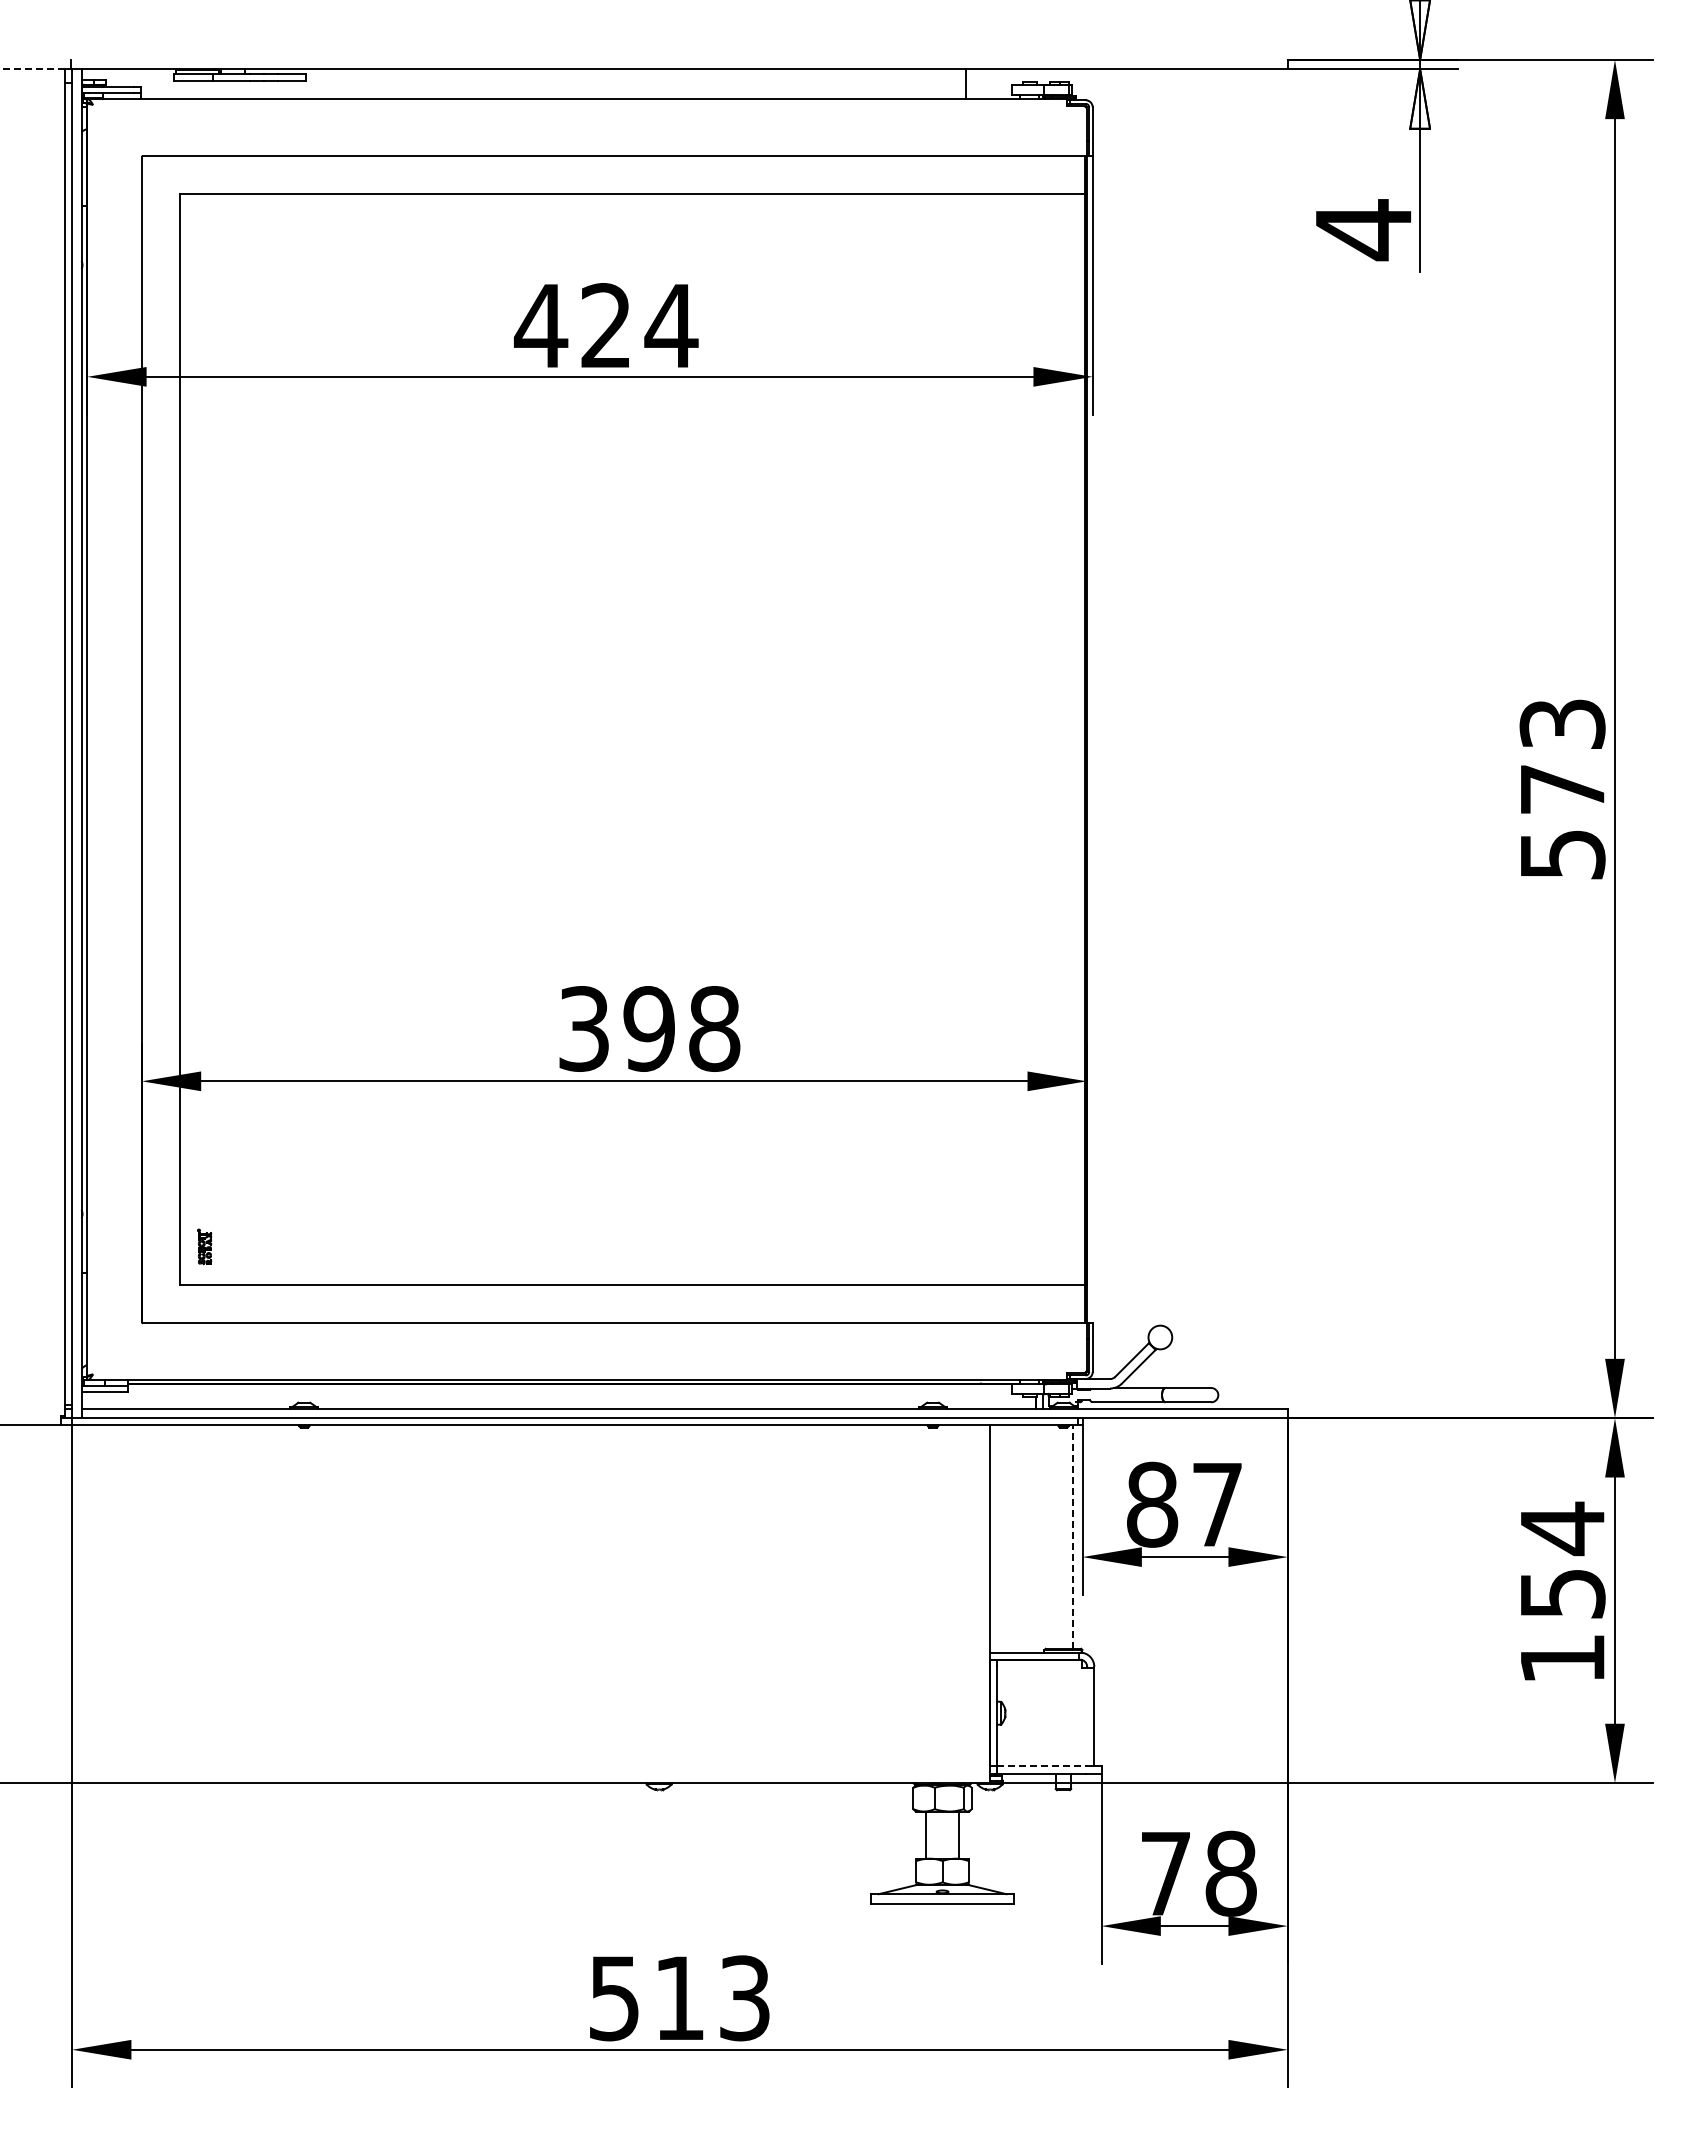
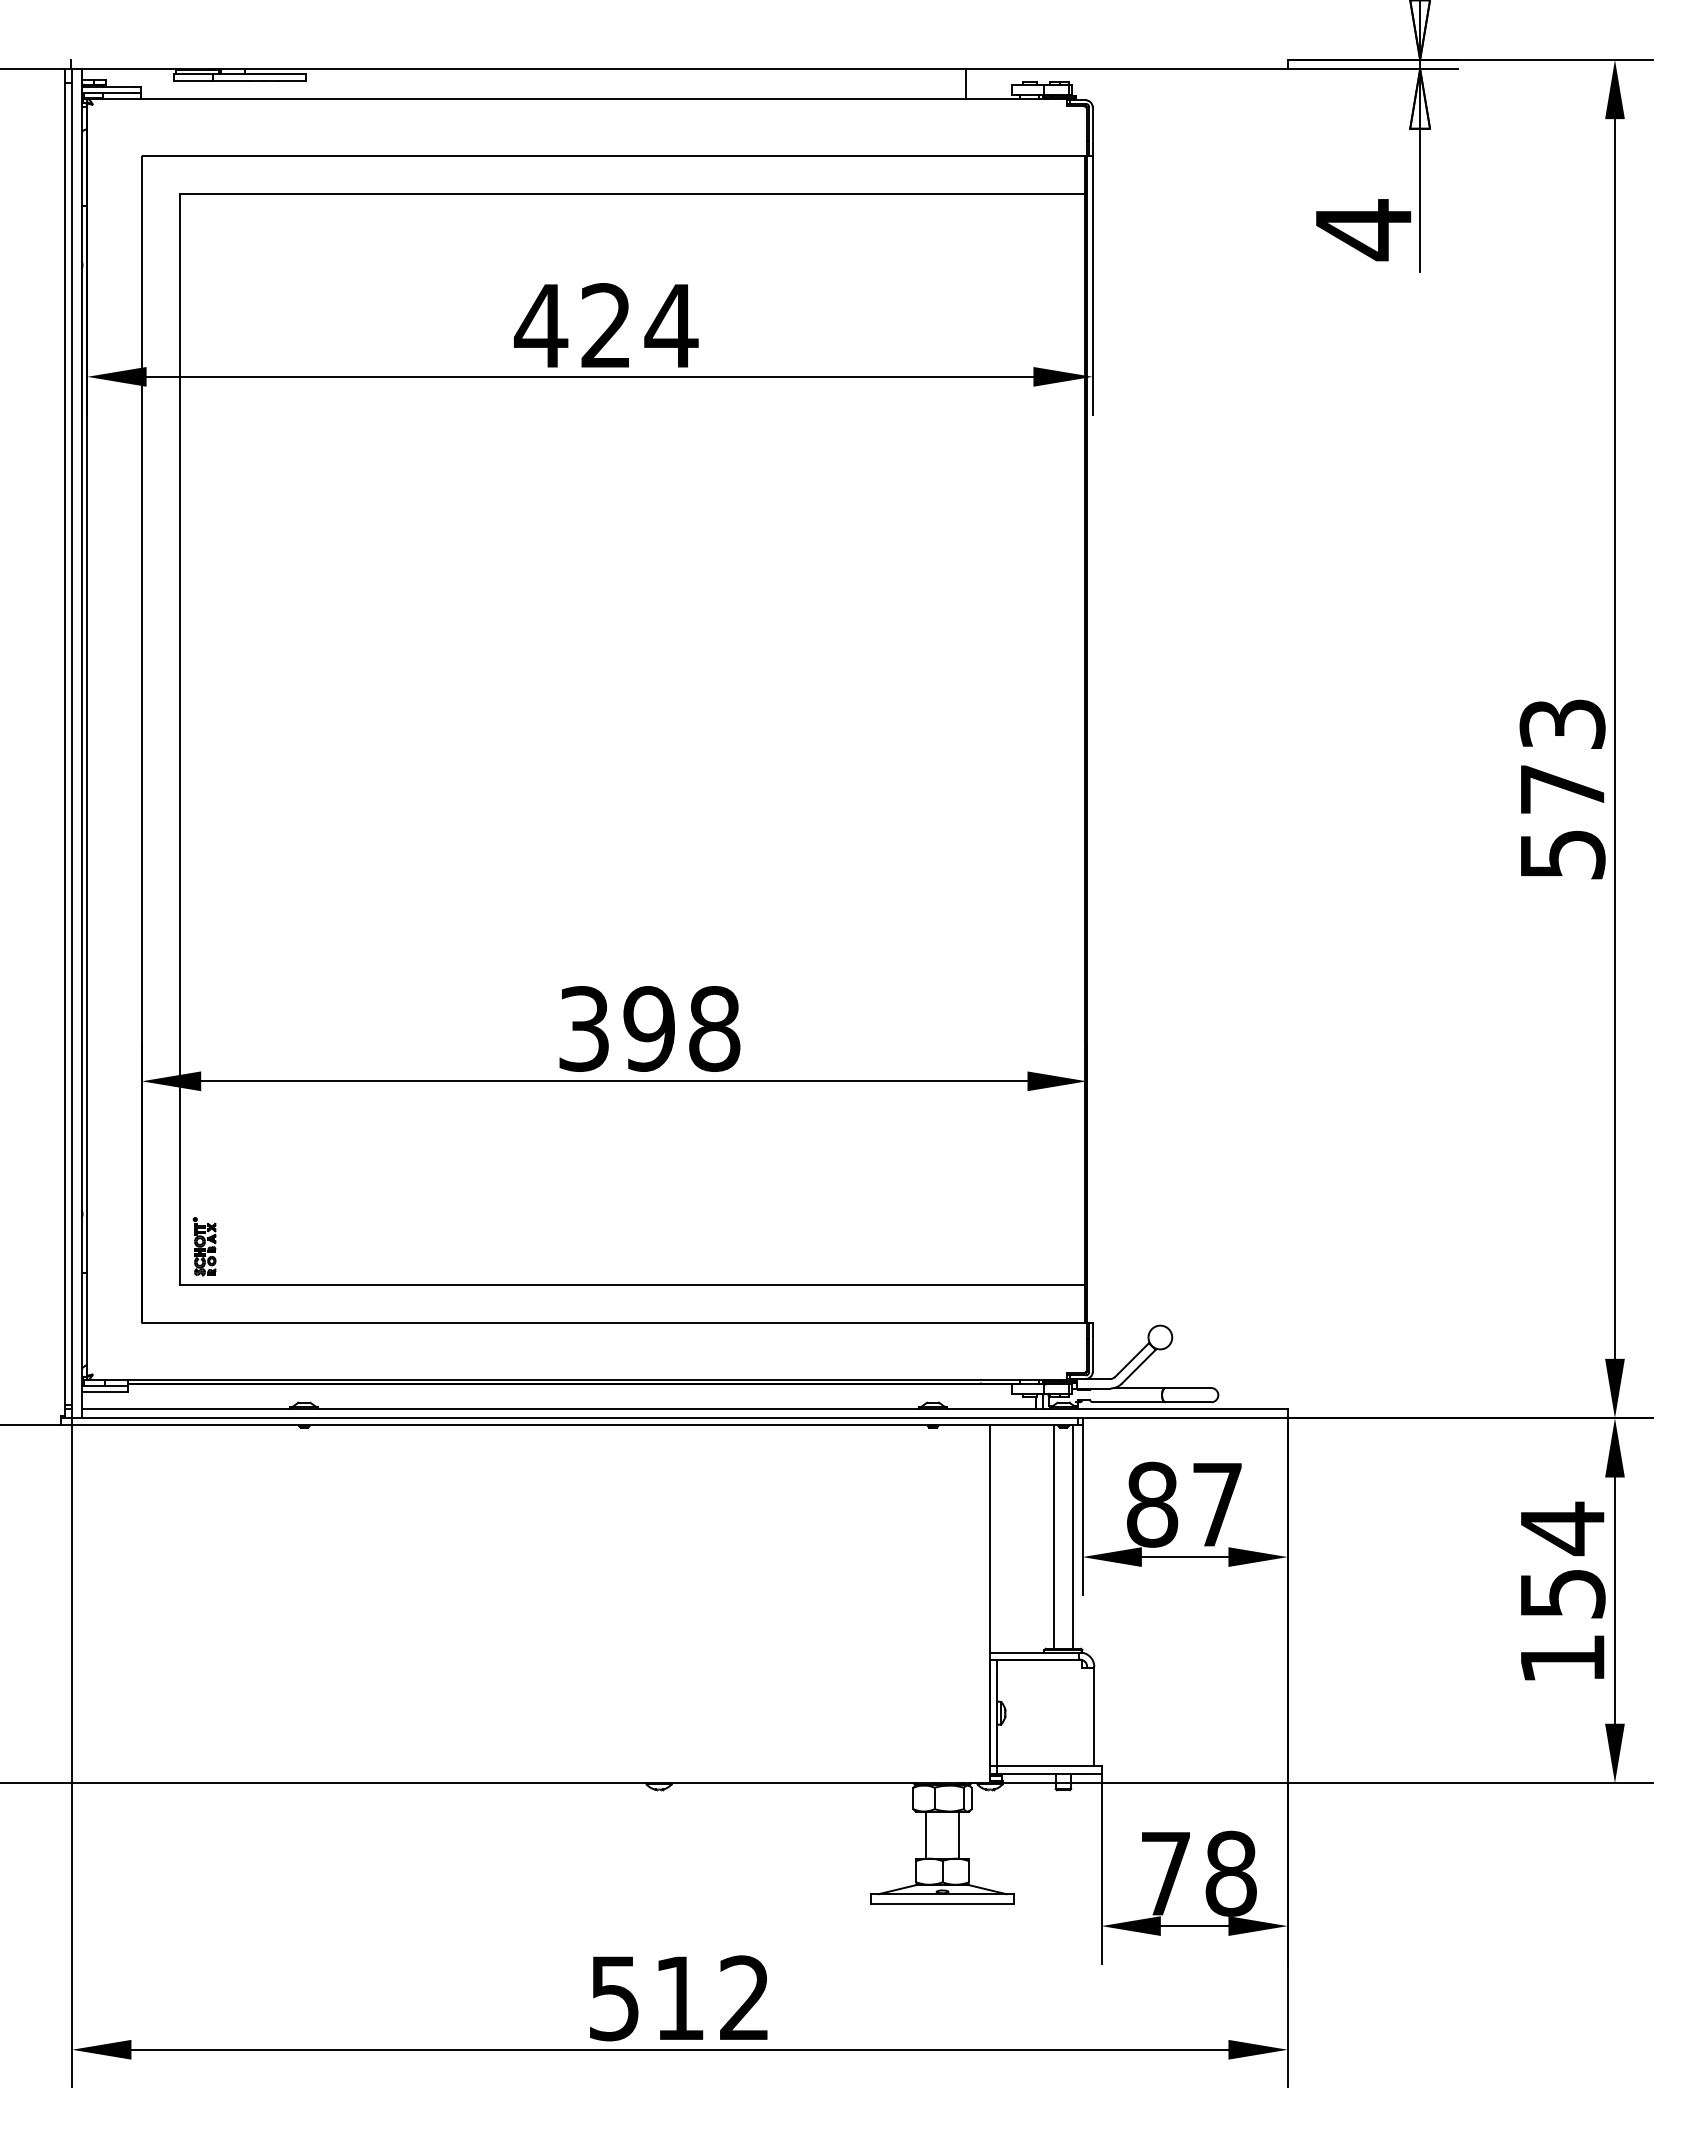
line at (32, 69): dashed -> solid
part at (204, 1246) size: 16x38 px -> 25x60 px
line at (1053, 1536): none -> present
line at (1072, 1537): dashed -> solid
line at (1042, 1766): dashed -> solid
text at (744, 1998): 513 -> 512
